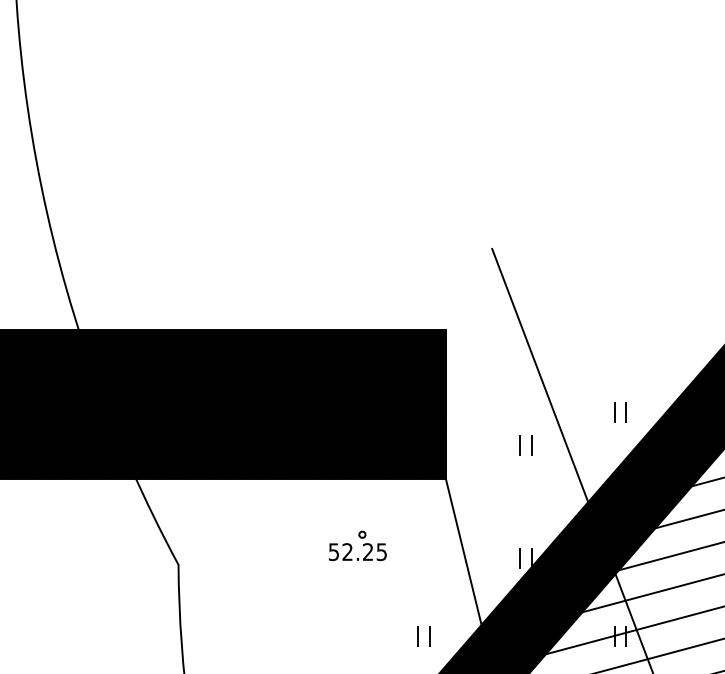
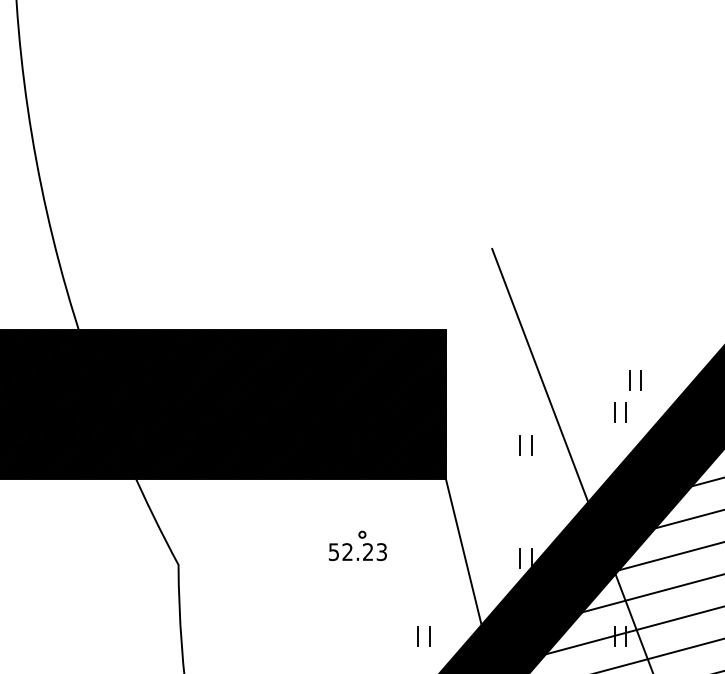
part at (635, 380): none -> present
text at (381, 551): 52.25 -> 52.23
